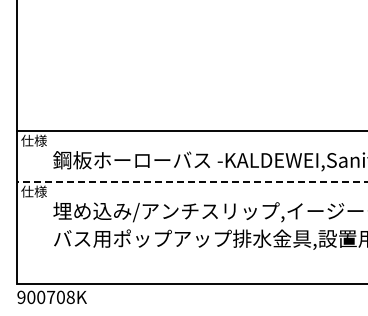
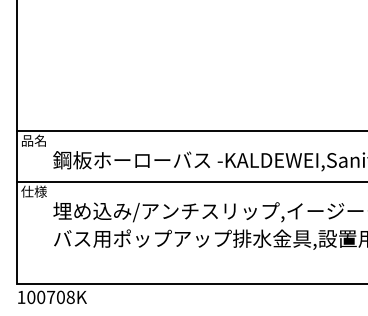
text at (33, 140): 仕様 -> 品名
line at (191, 181): dashed -> solid
text at (21, 297): 900708K -> 100708K
